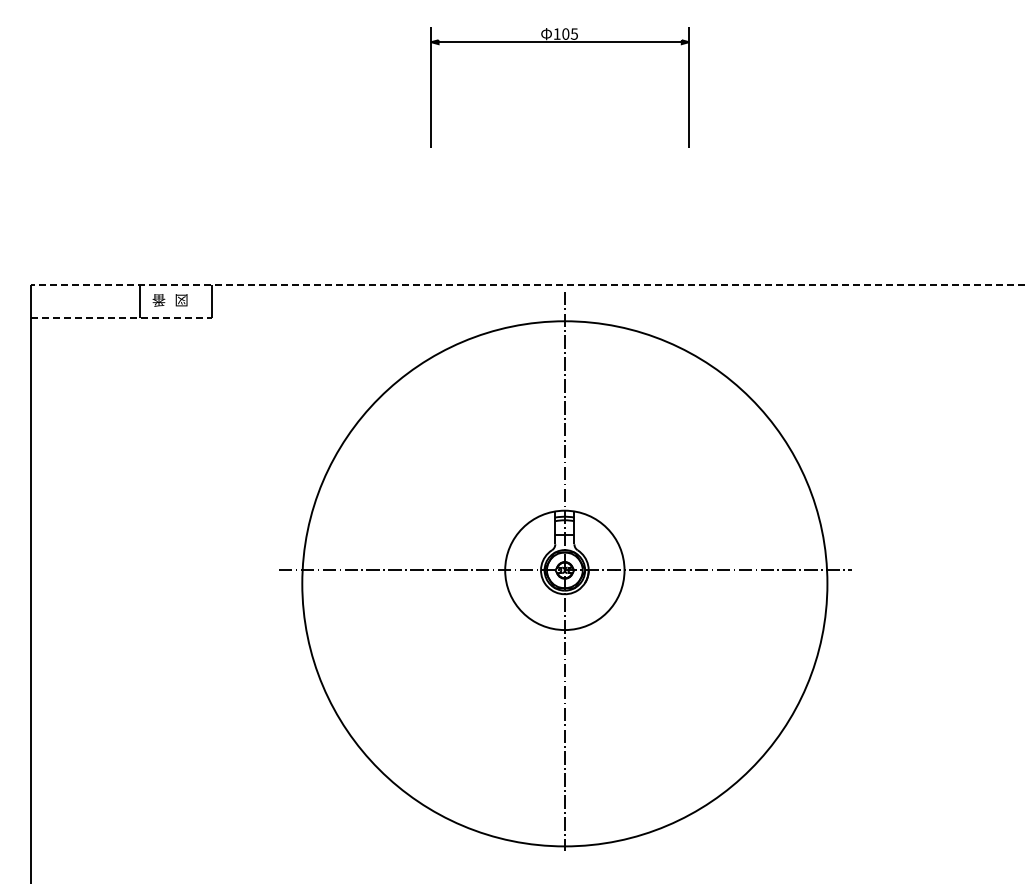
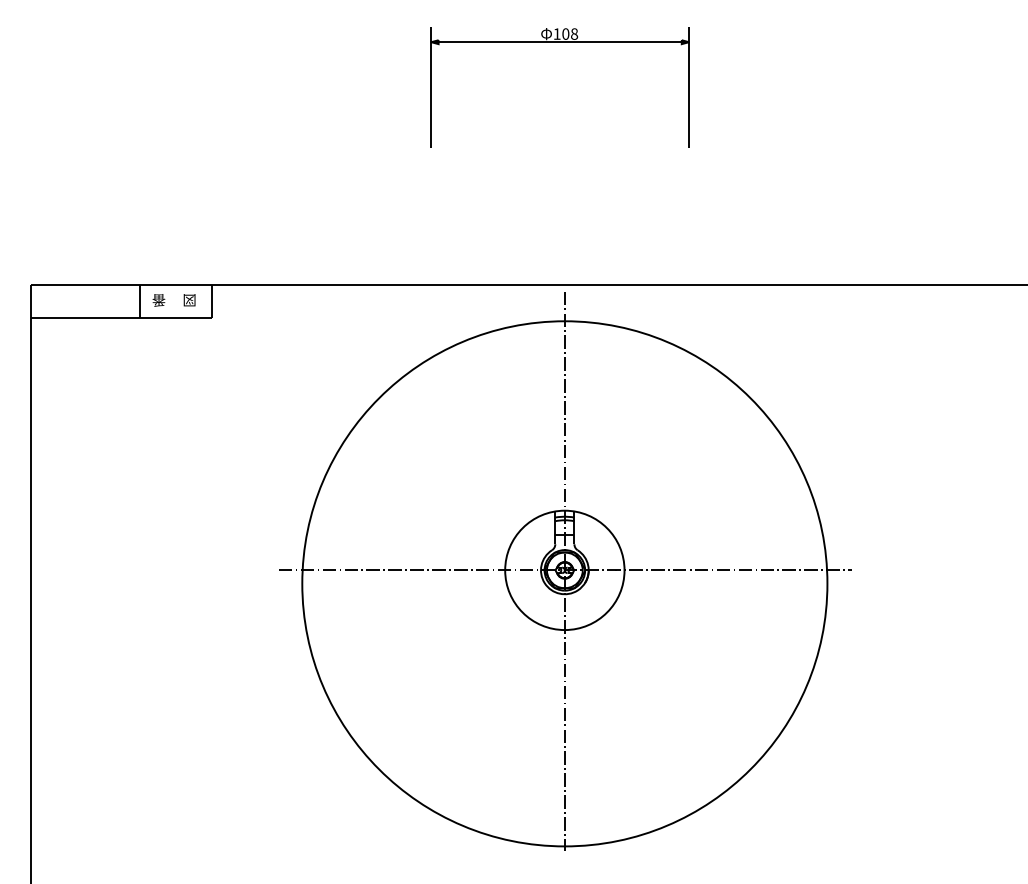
text at (574, 33): 105 -> 108
line at (528, 284): dashed -> solid
part at (181, 300) position: (181, 300) -> (189, 300)
line at (121, 318): dashed -> solid
